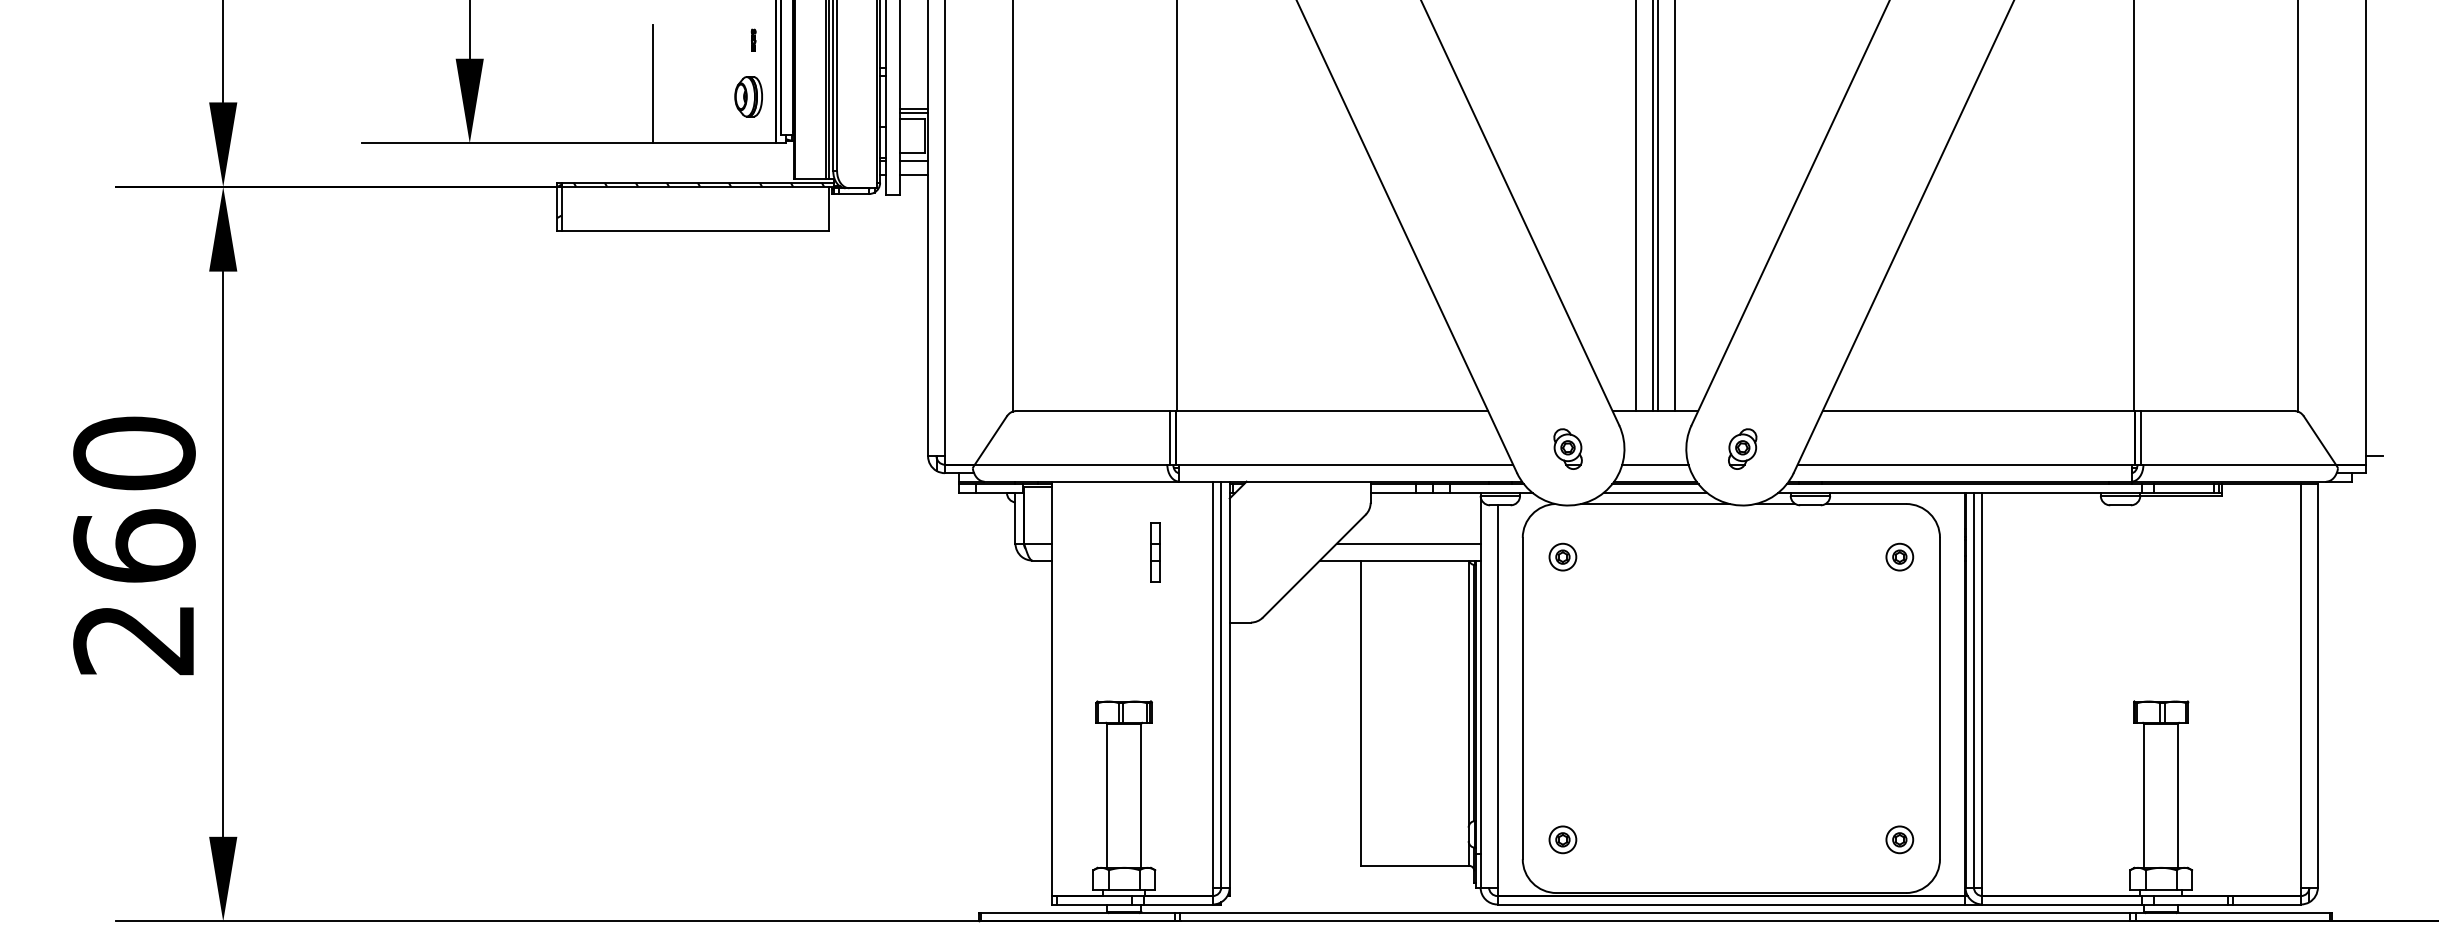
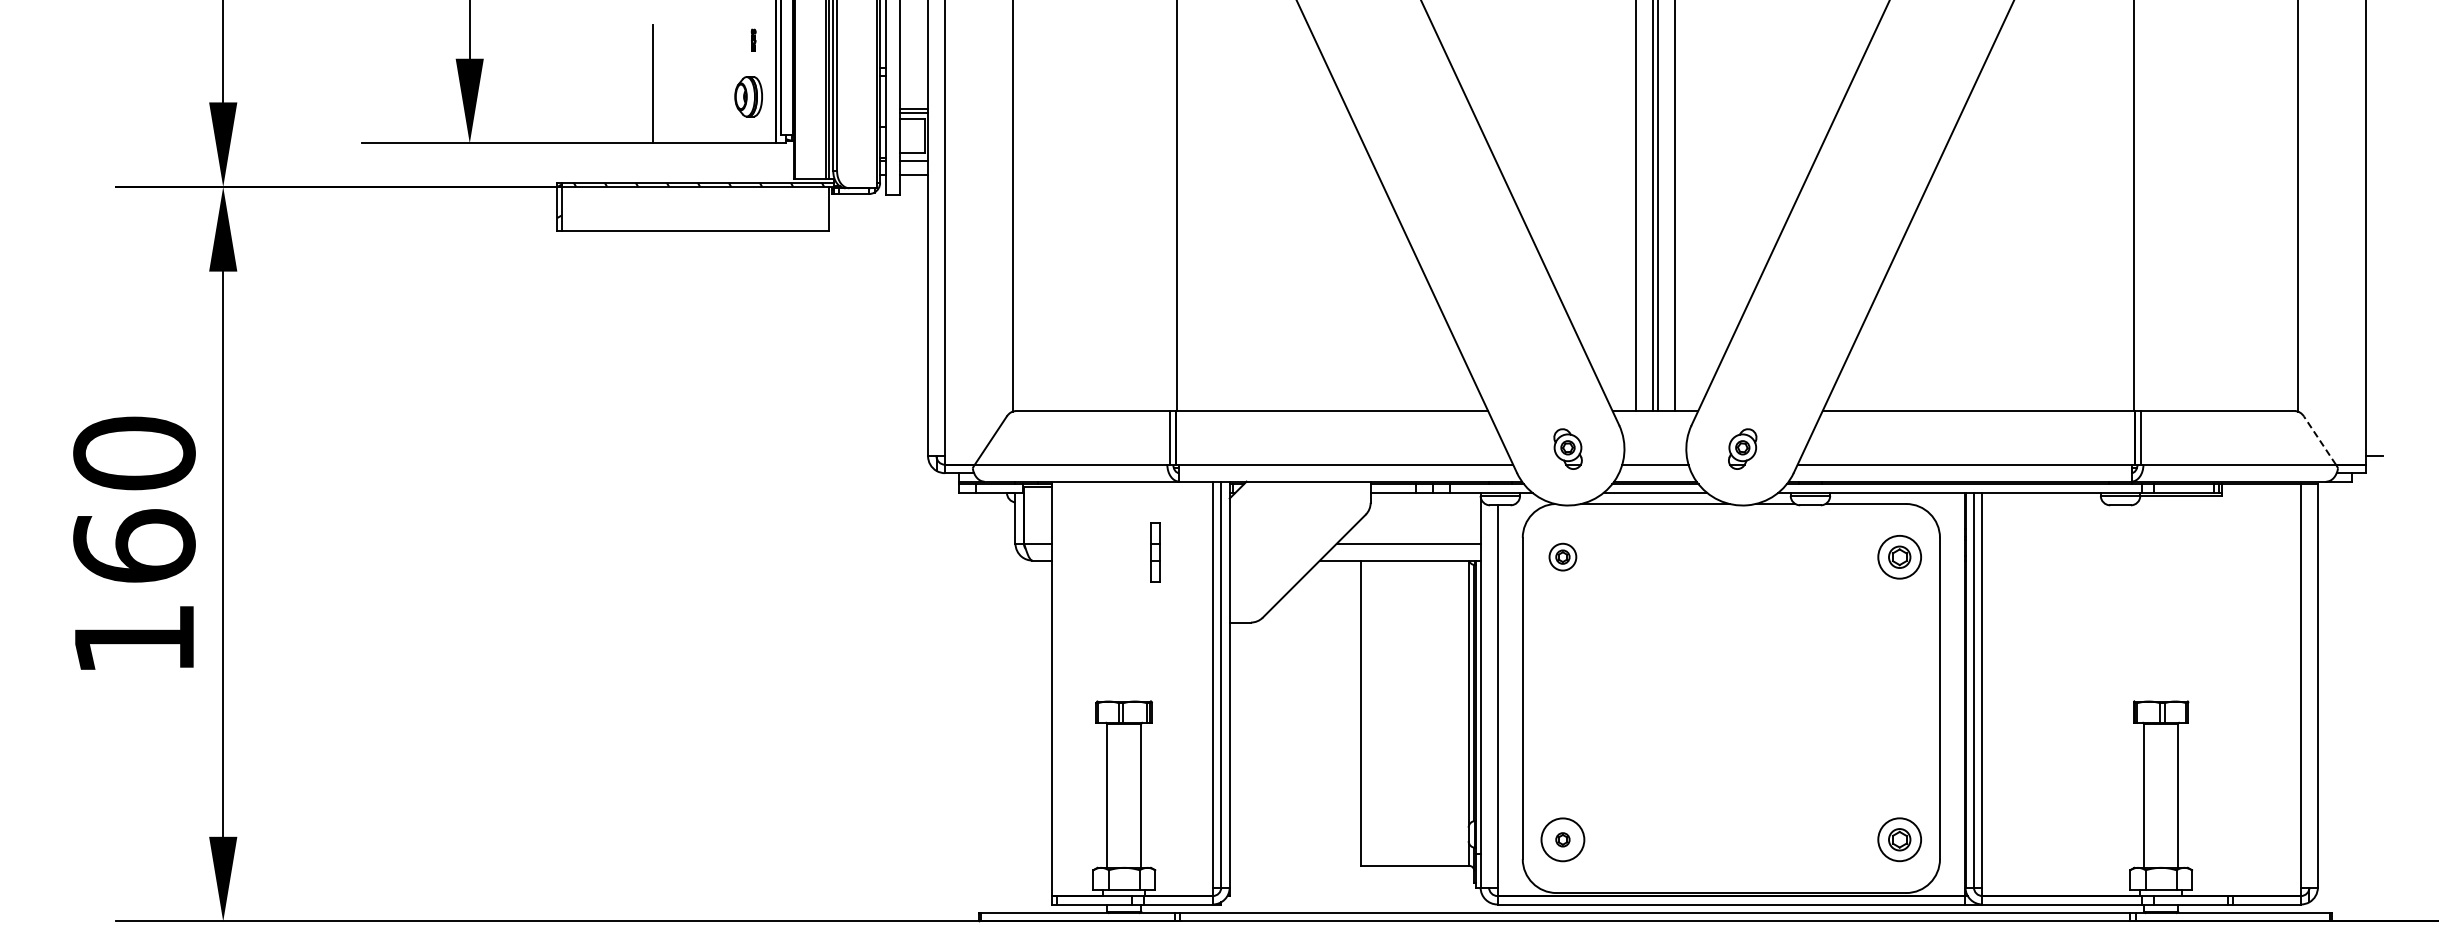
line at (2319, 440): solid -> dashed
part at (1899, 556) size: 30x30 px -> 45x45 px
text at (133, 640): 260 -> 160
circle at (1562, 839) diameter: 27 px -> 43 px
part at (1899, 839) size: 30x30 px -> 45x46 px
